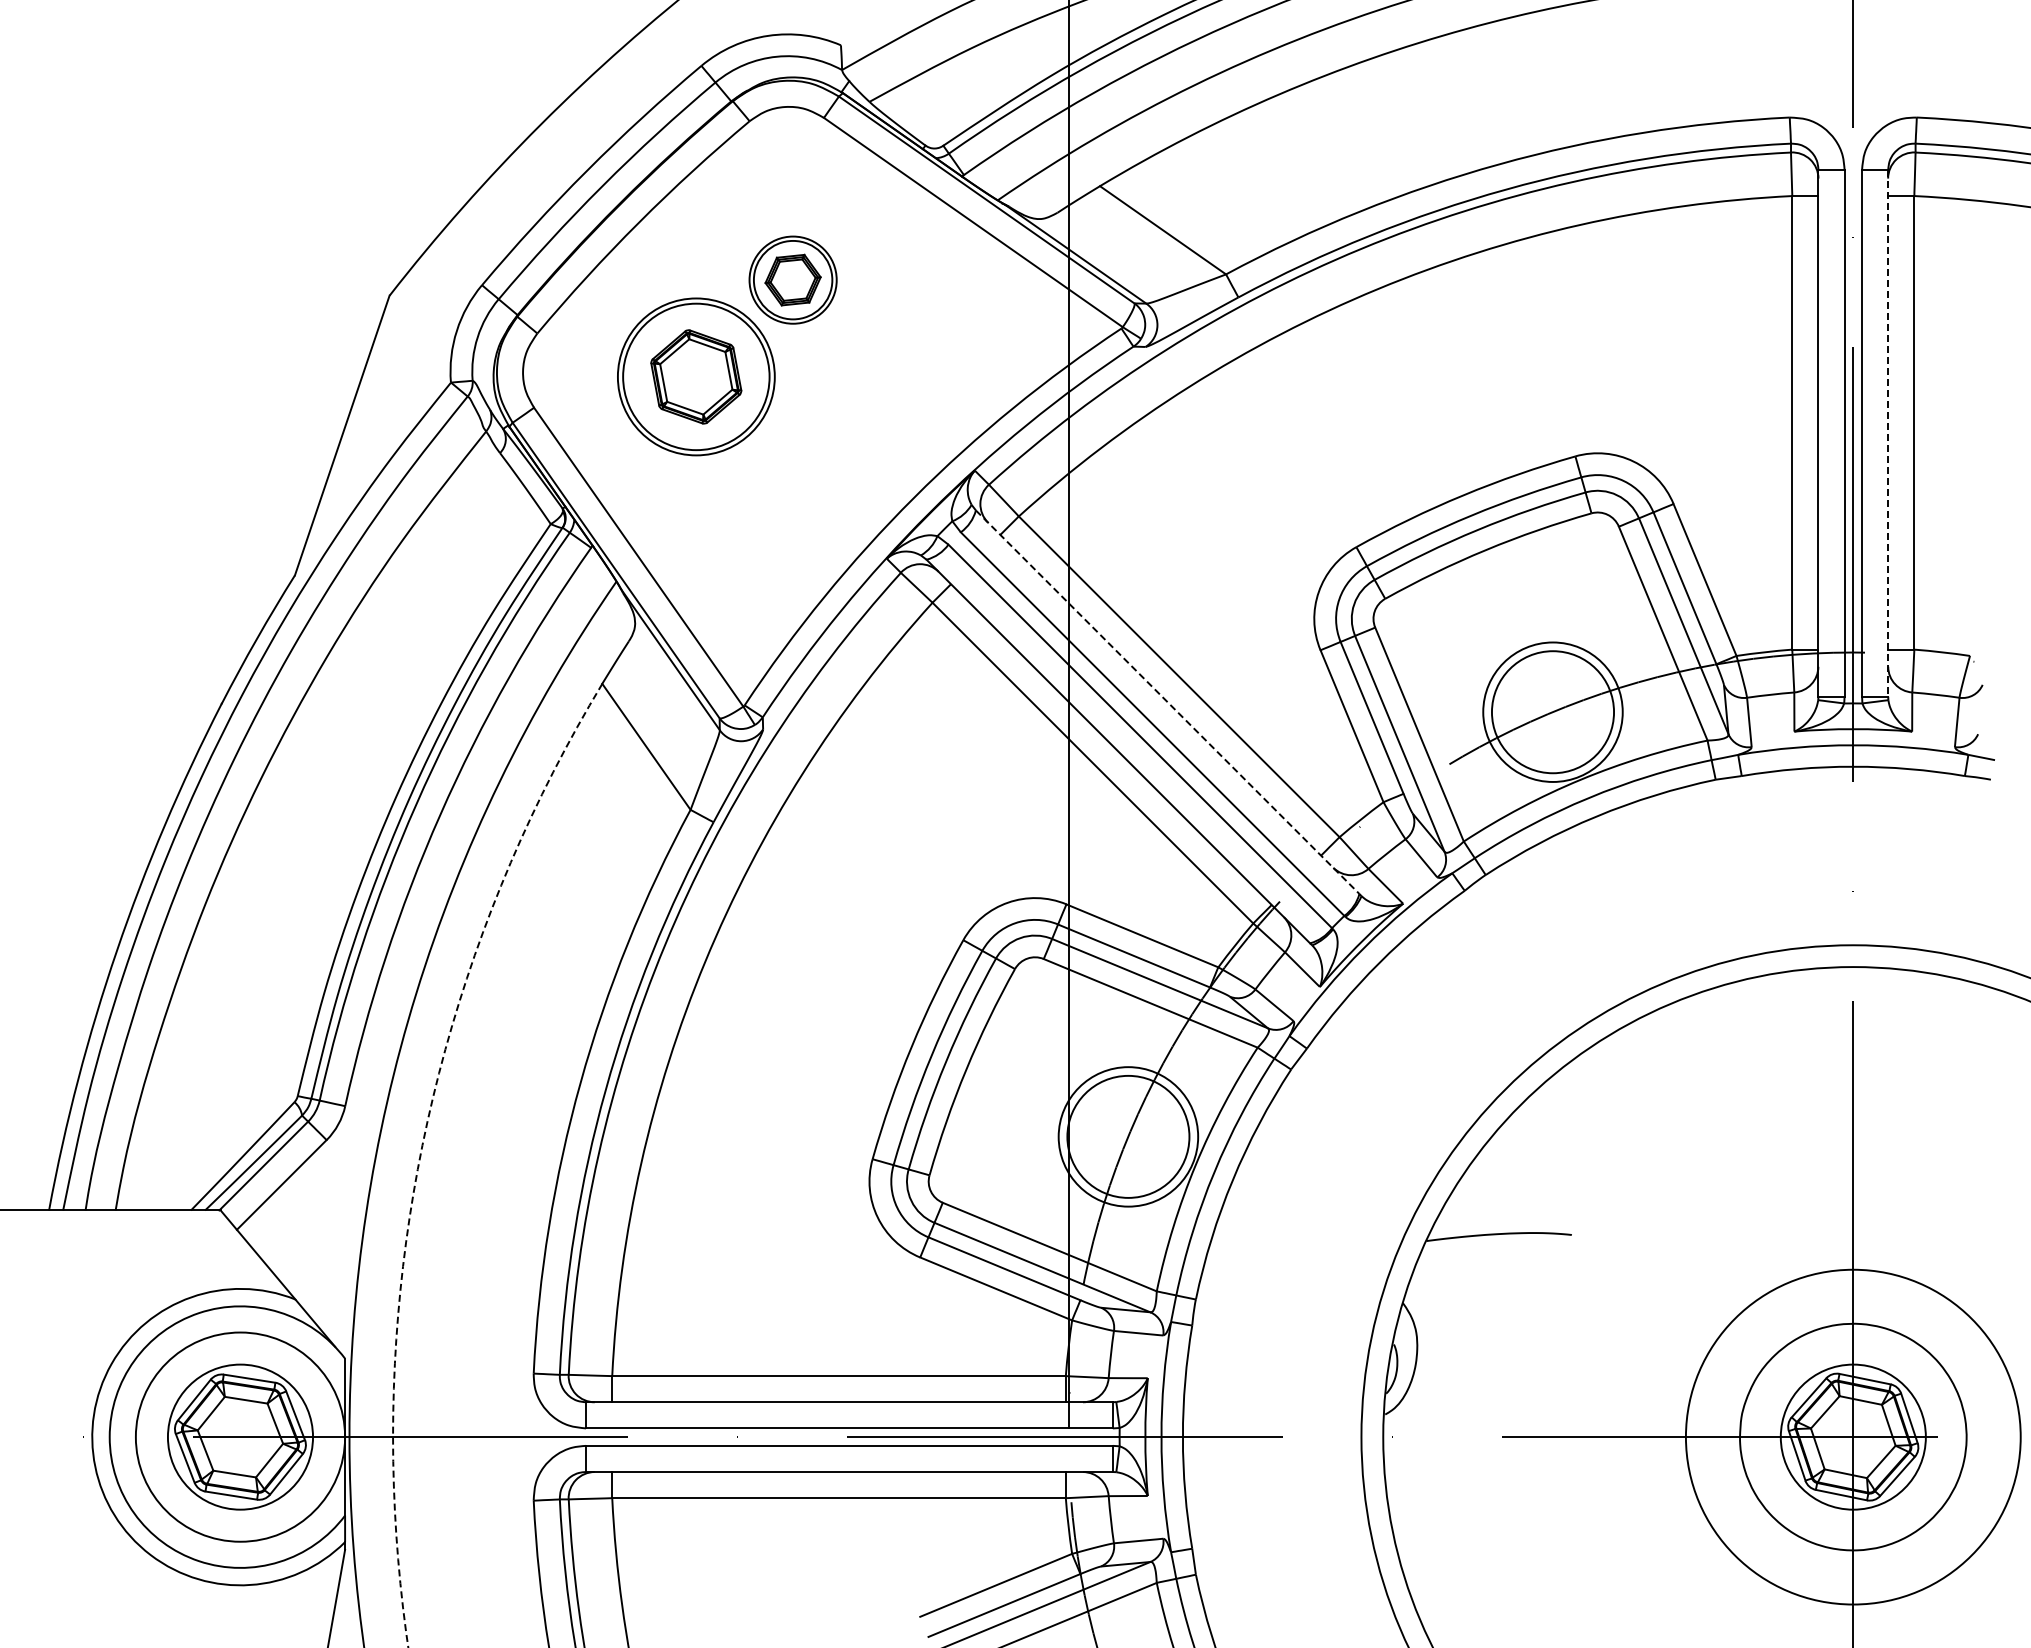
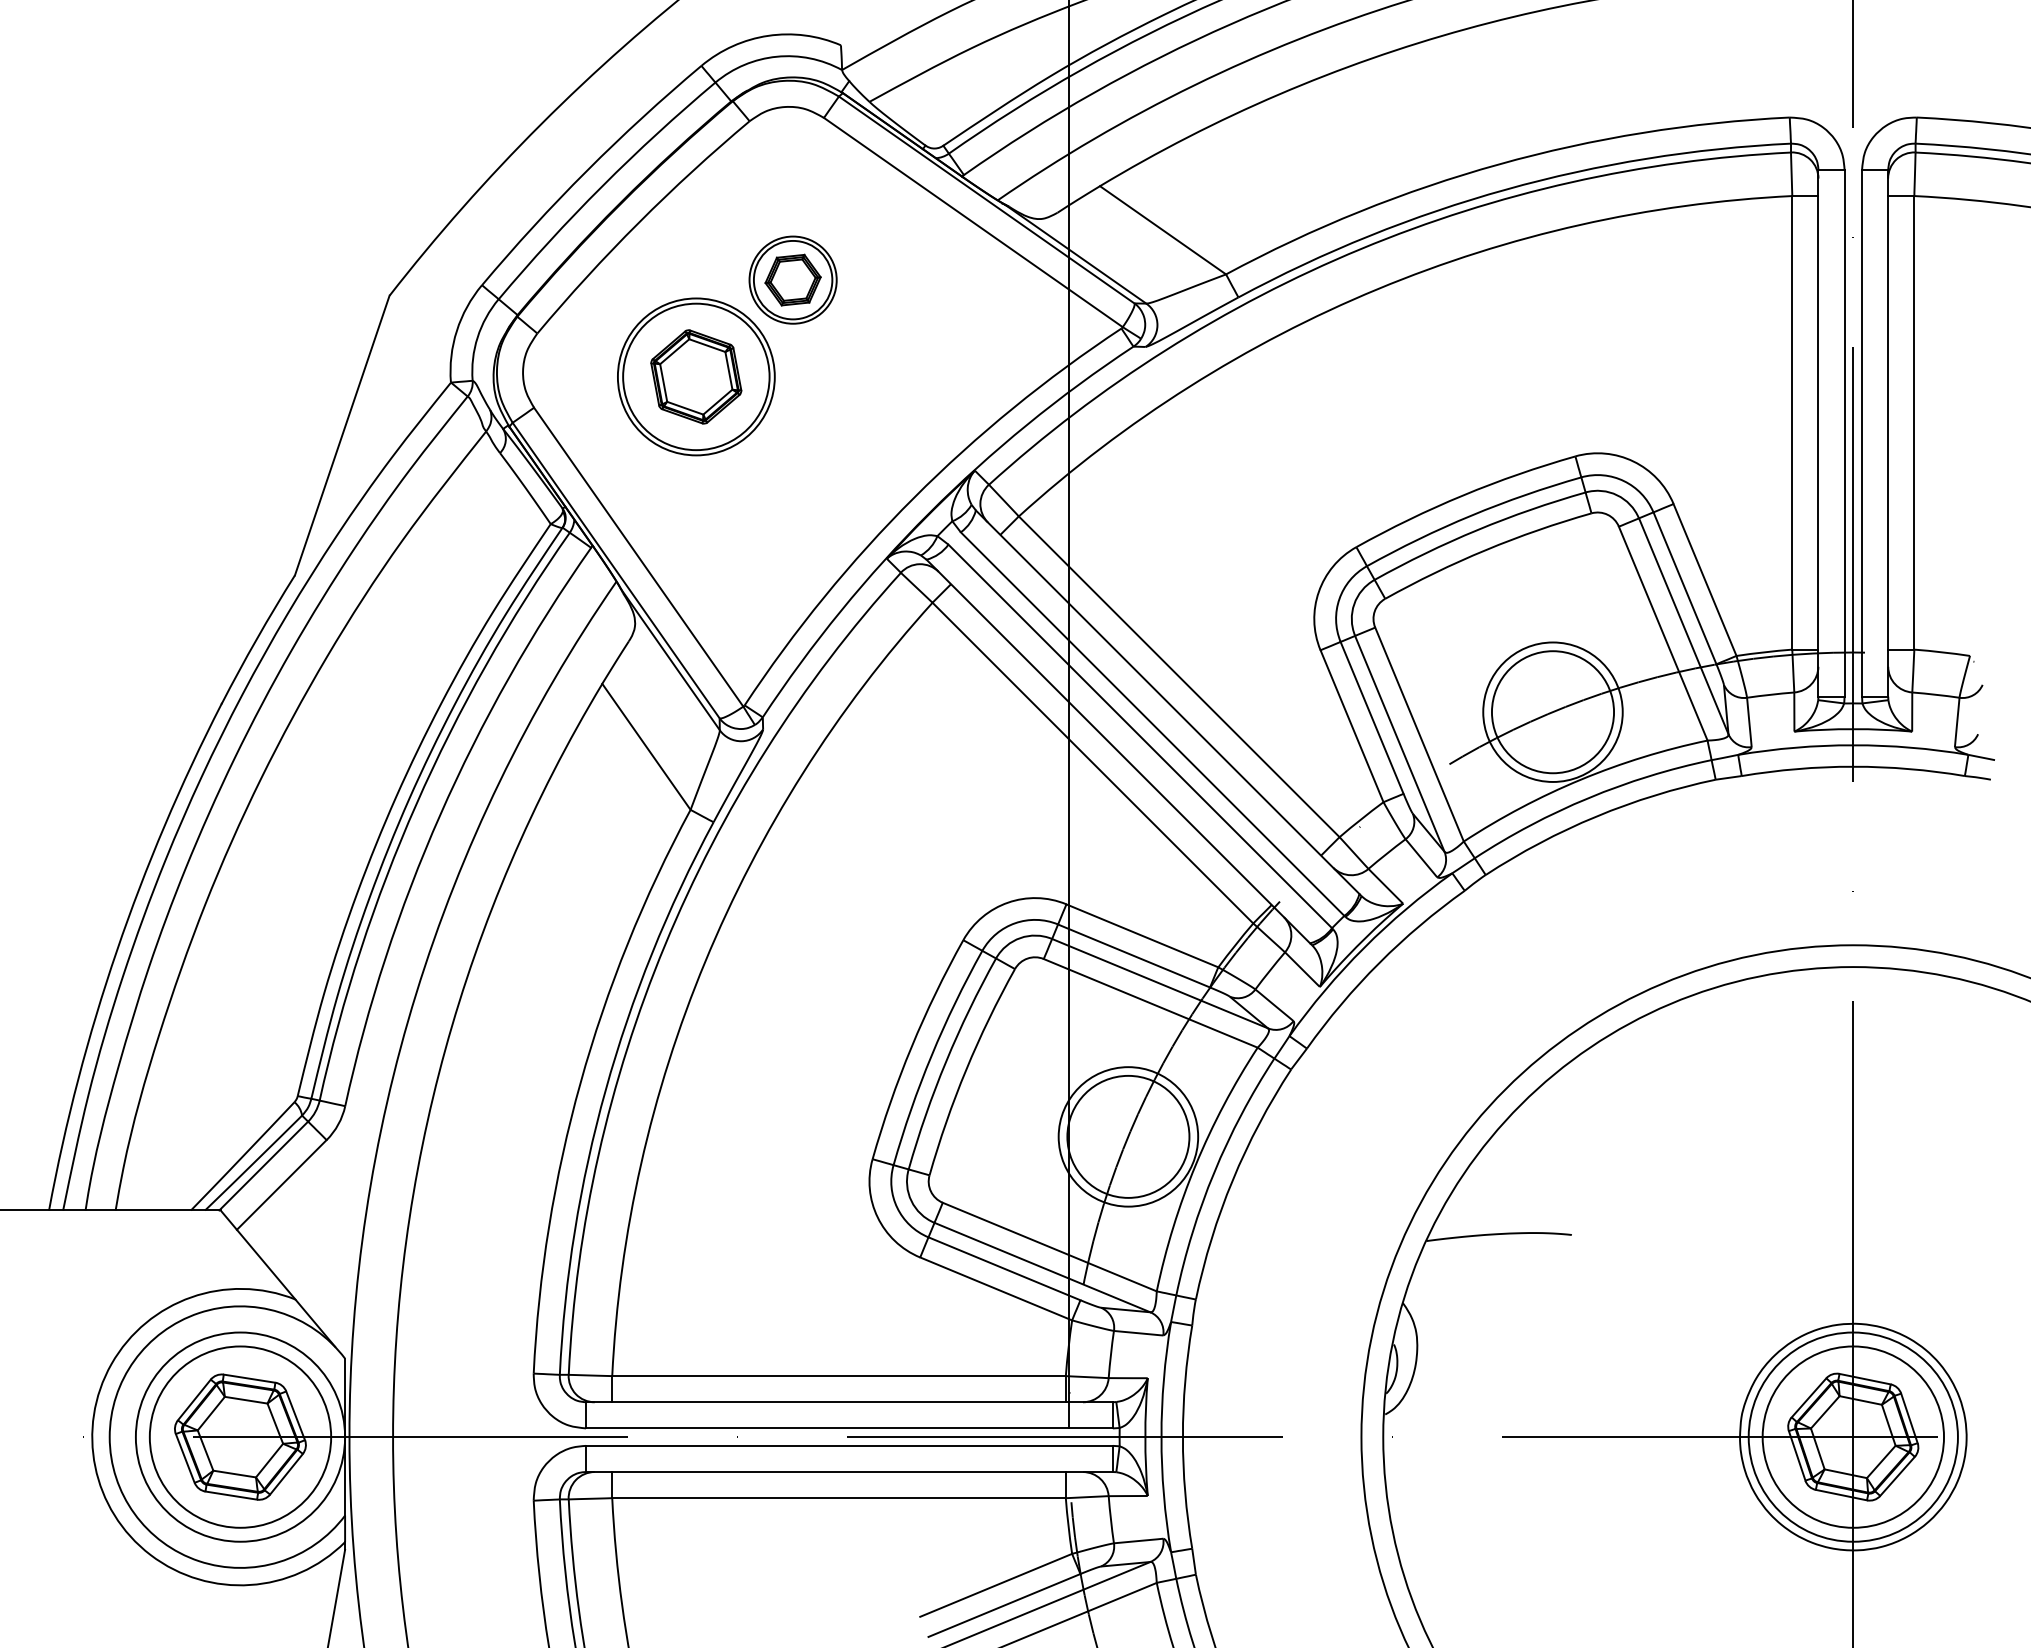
line at (1888, 433): dashed -> solid
line at (1168, 702): dashed -> solid
arc at (421, 1150): dashed -> solid
circle at (240, 1436) diameter: 145 px -> 181 px
circle at (1852, 1436) diameter: 145 px -> 181 px
circle at (1852, 1436) diameter: 335 px -> 209 px
